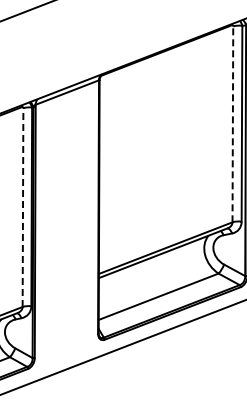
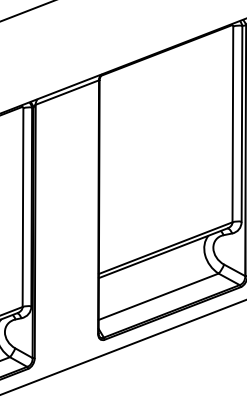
line at (232, 124): dashed -> solid
line at (23, 207): dashed -> solid
